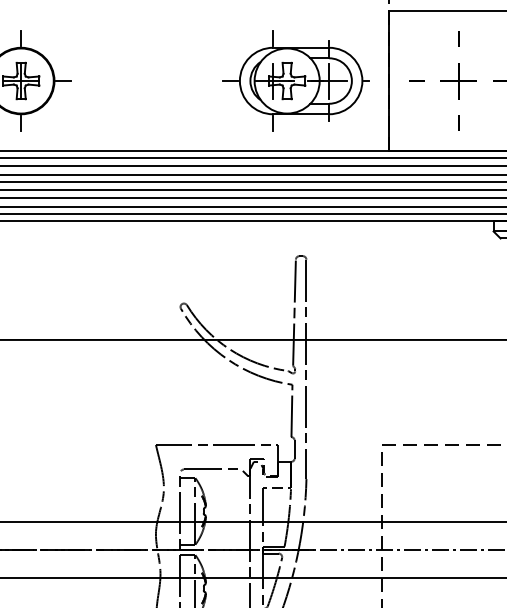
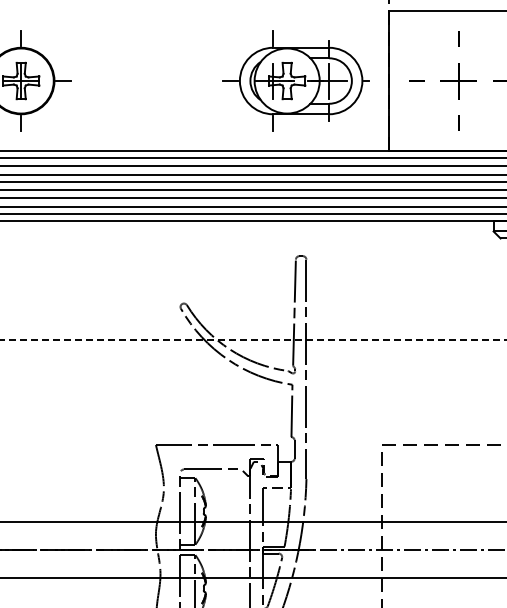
line at (253, 339): solid -> dashed
